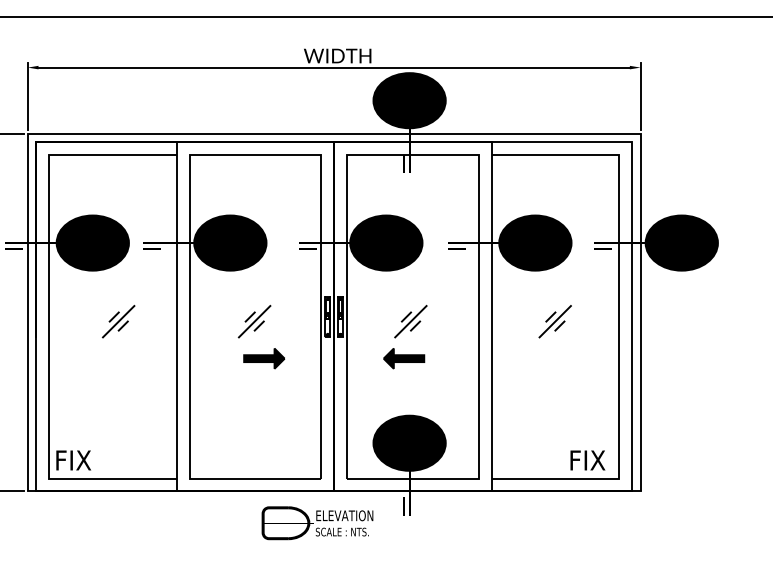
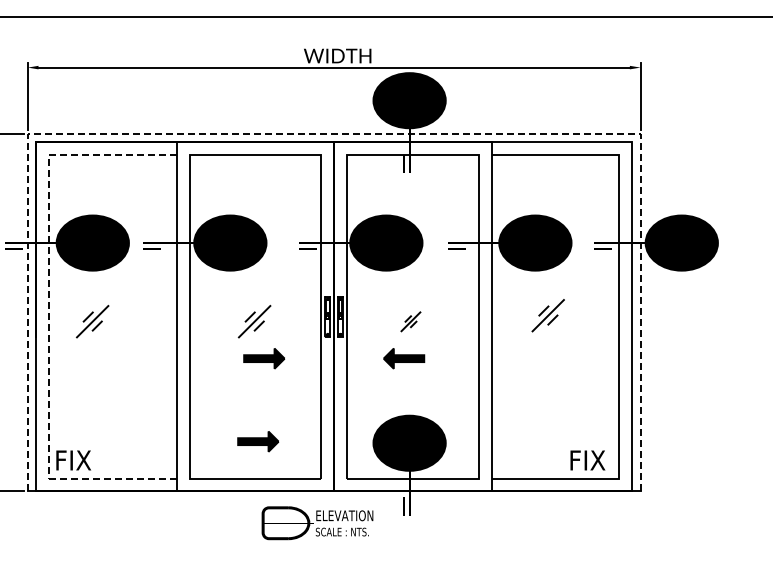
line at (334, 133): solid -> dashed
line at (49, 316): solid -> dashed
part at (118, 321) position: (118, 321) -> (92, 321)
part at (410, 321) size: 34x34 px -> 22x22 px
part at (554, 321) position: (554, 321) -> (547, 315)
part at (258, 441): none -> present
